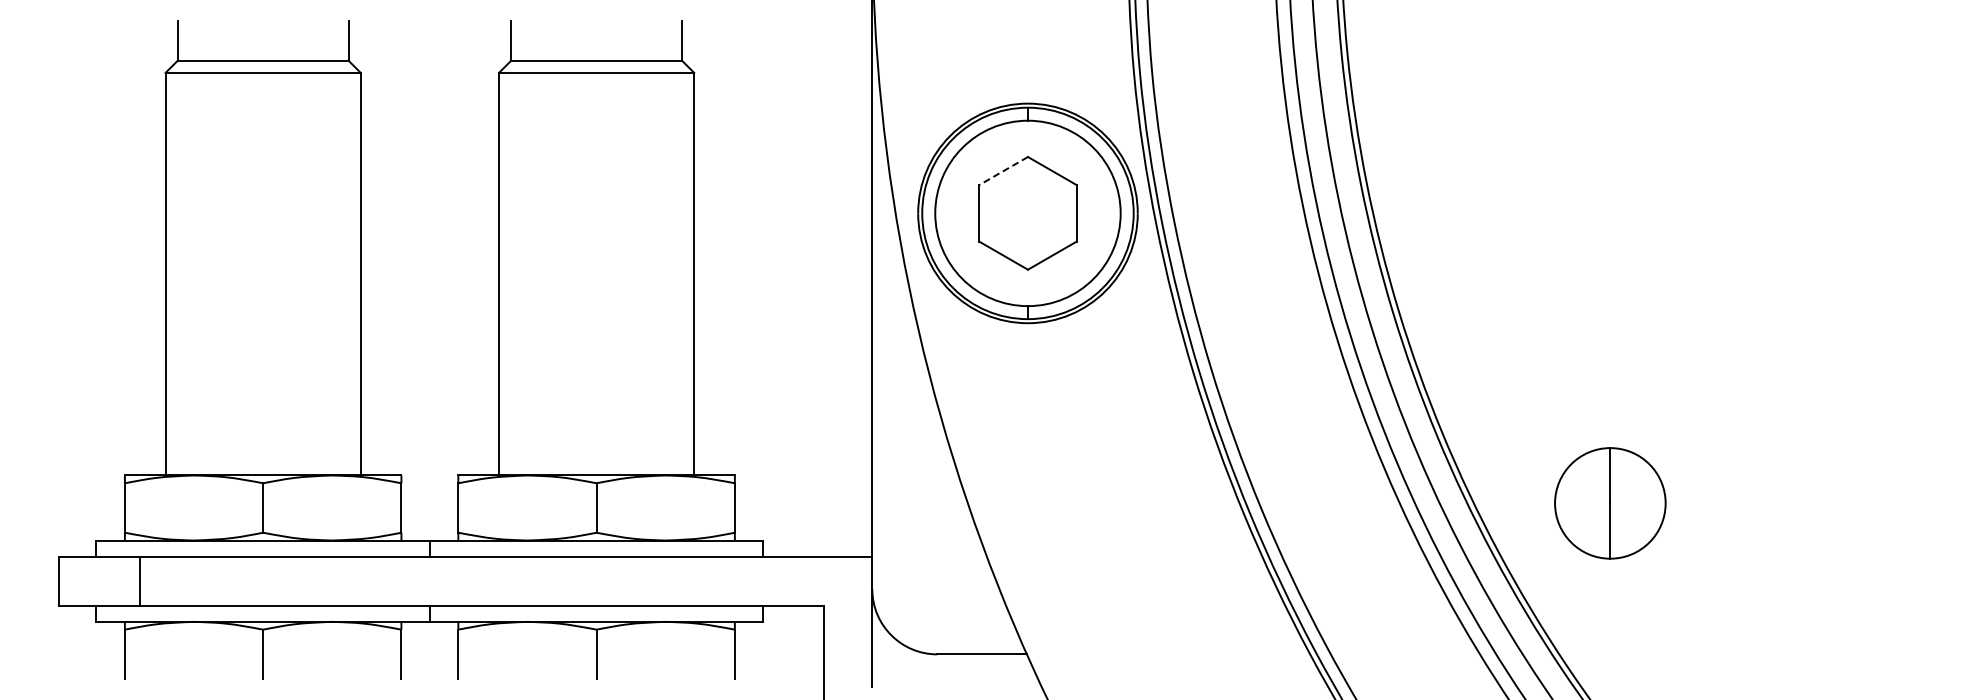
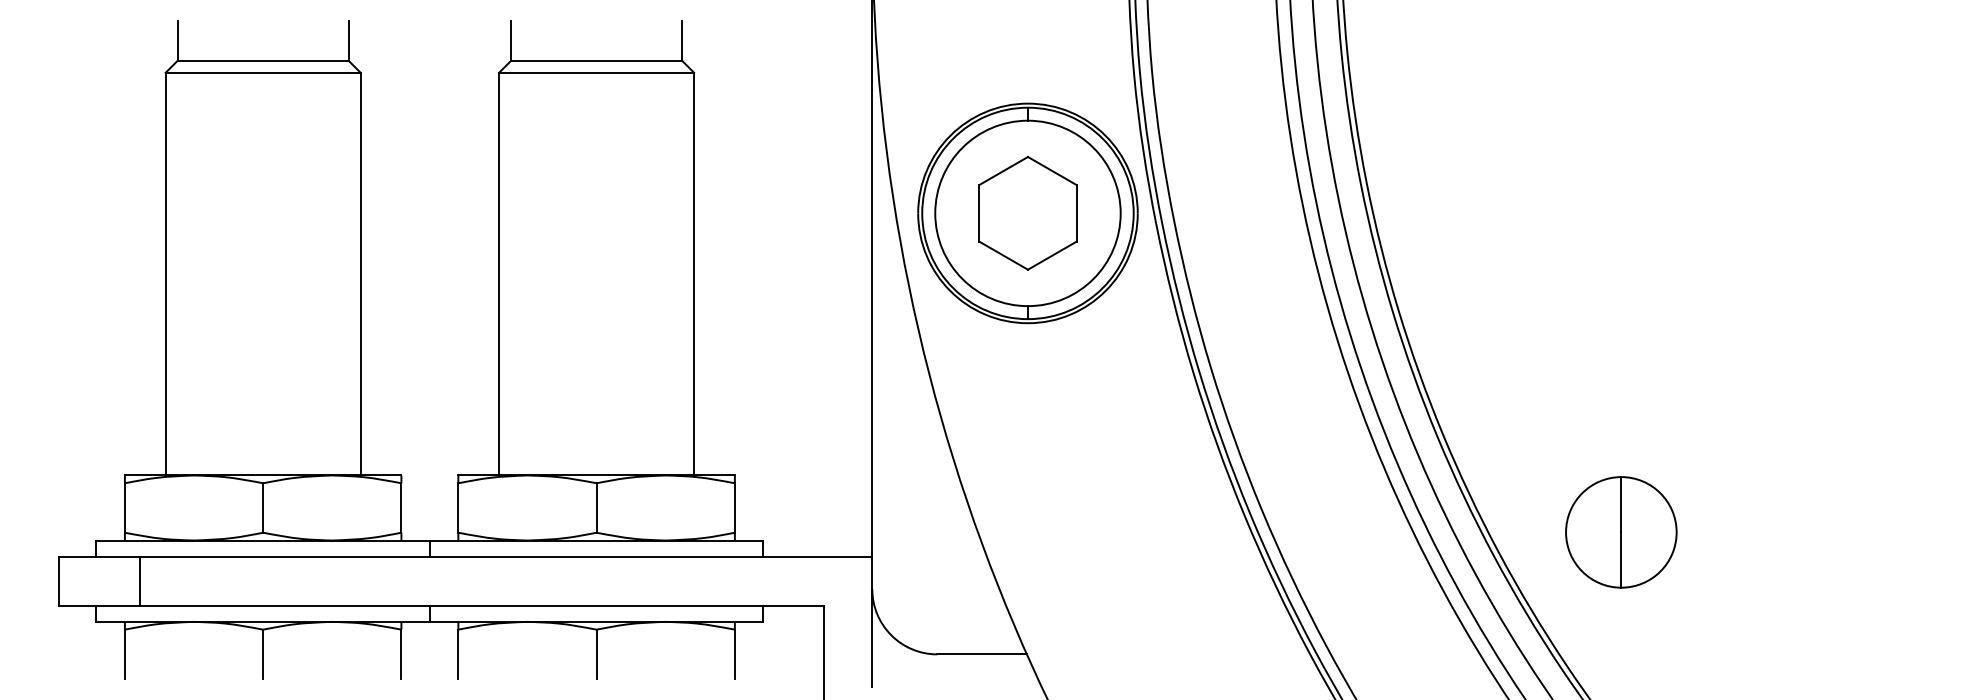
line at (1003, 171): dashed -> solid
part at (1610, 503) position: (1610, 503) -> (1621, 532)
